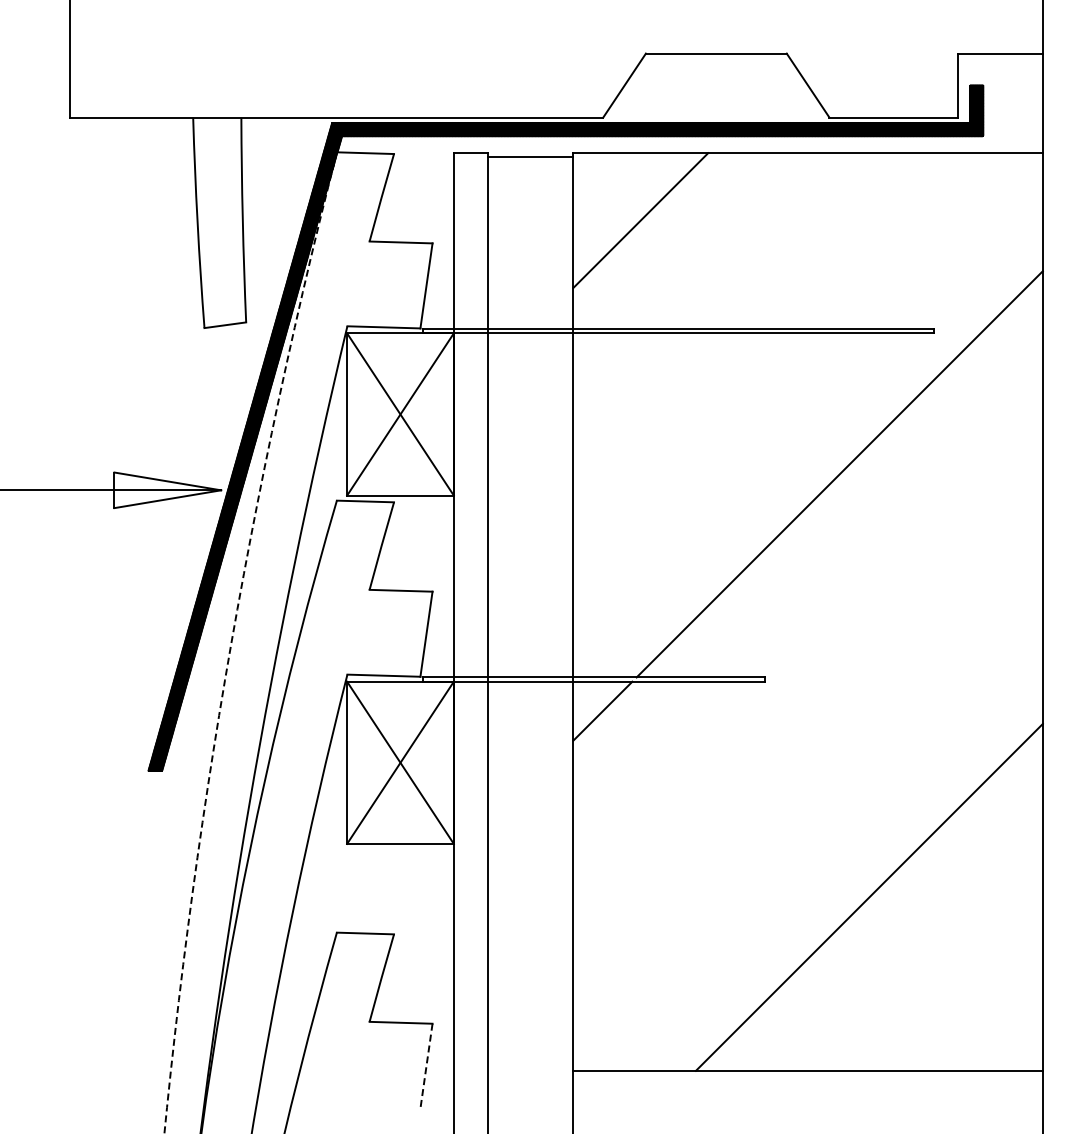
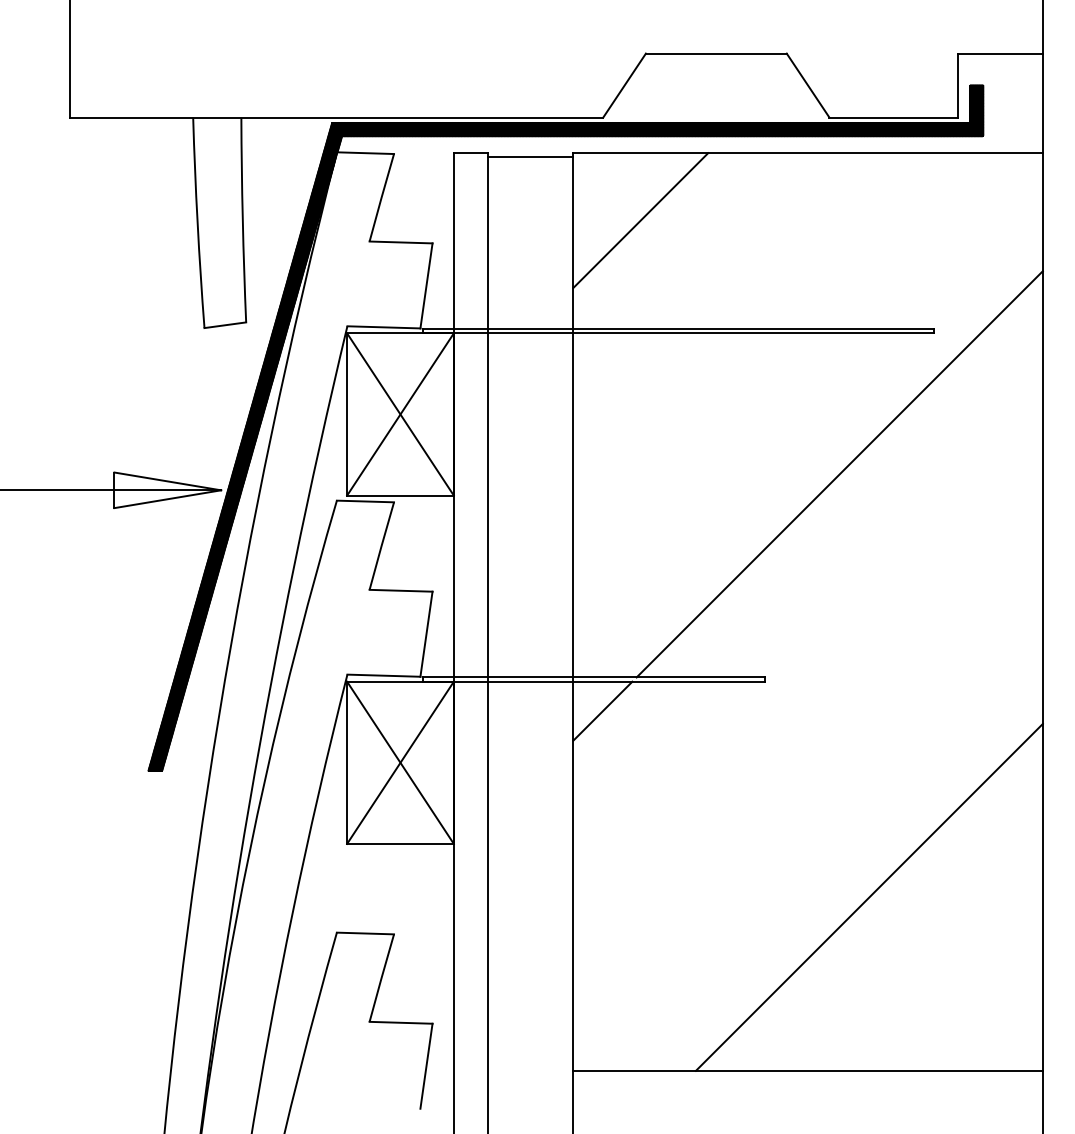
arc at (231, 640): dashed -> solid
line at (426, 1066): dashed -> solid
